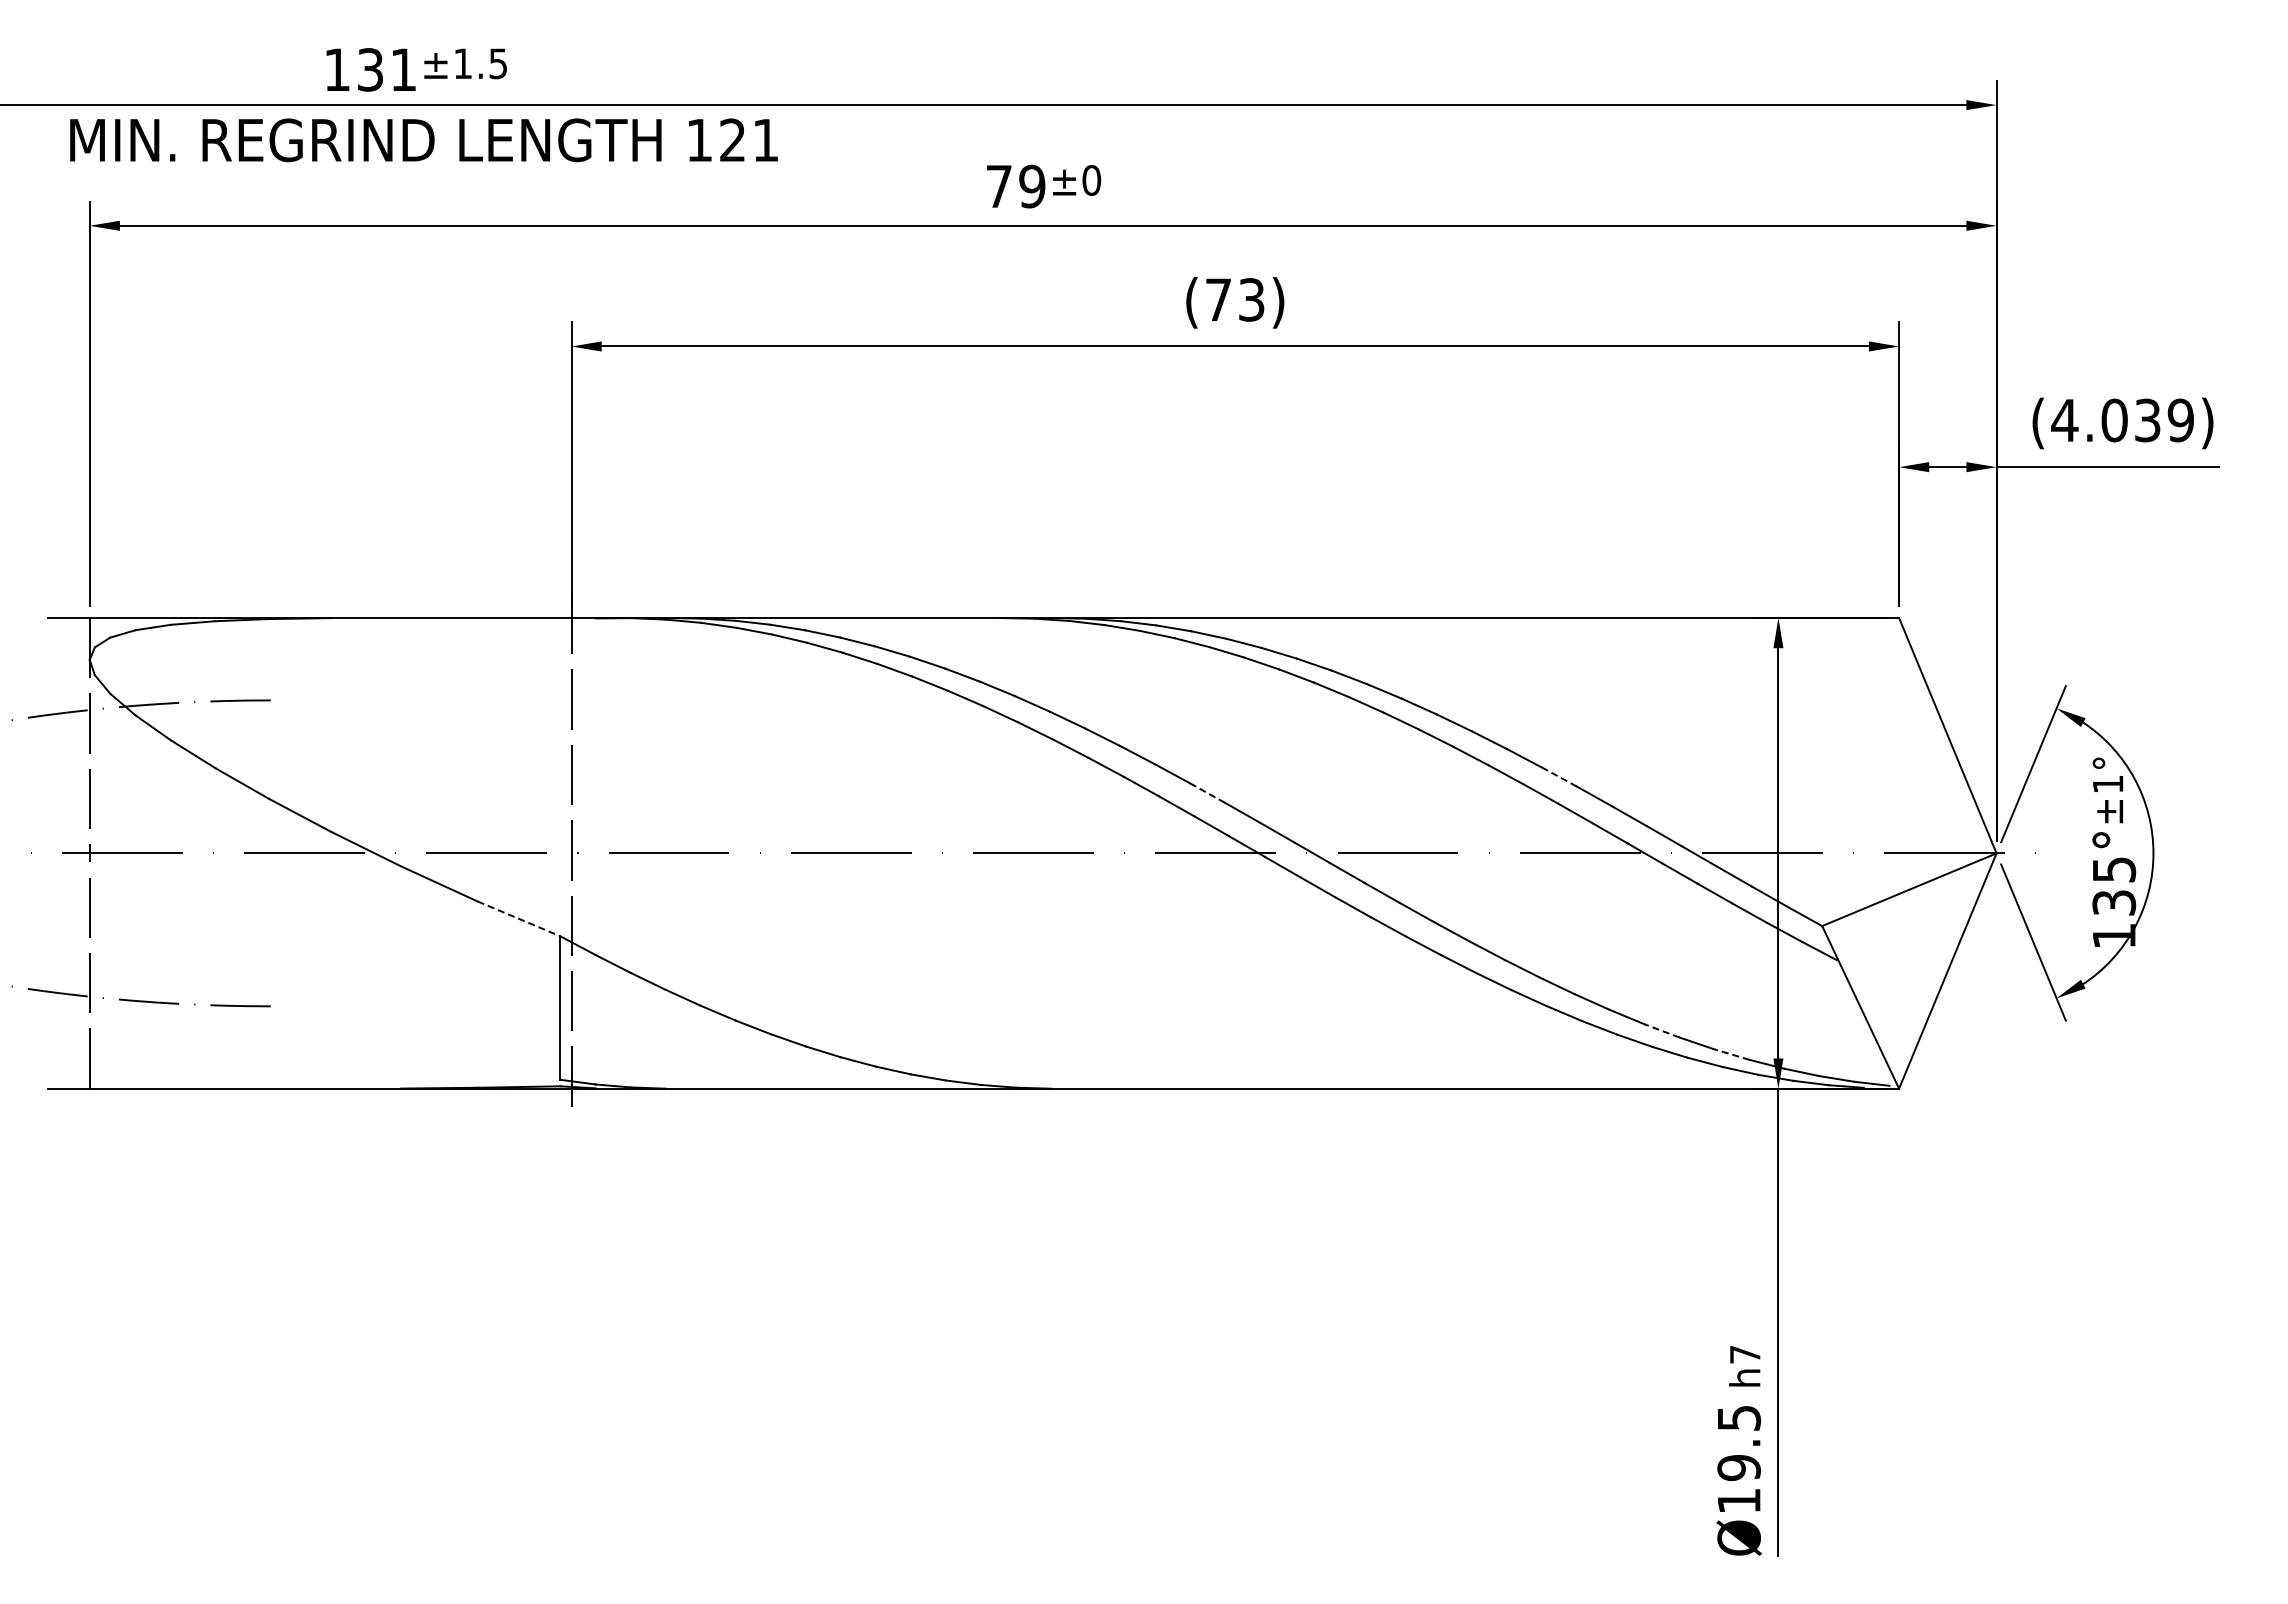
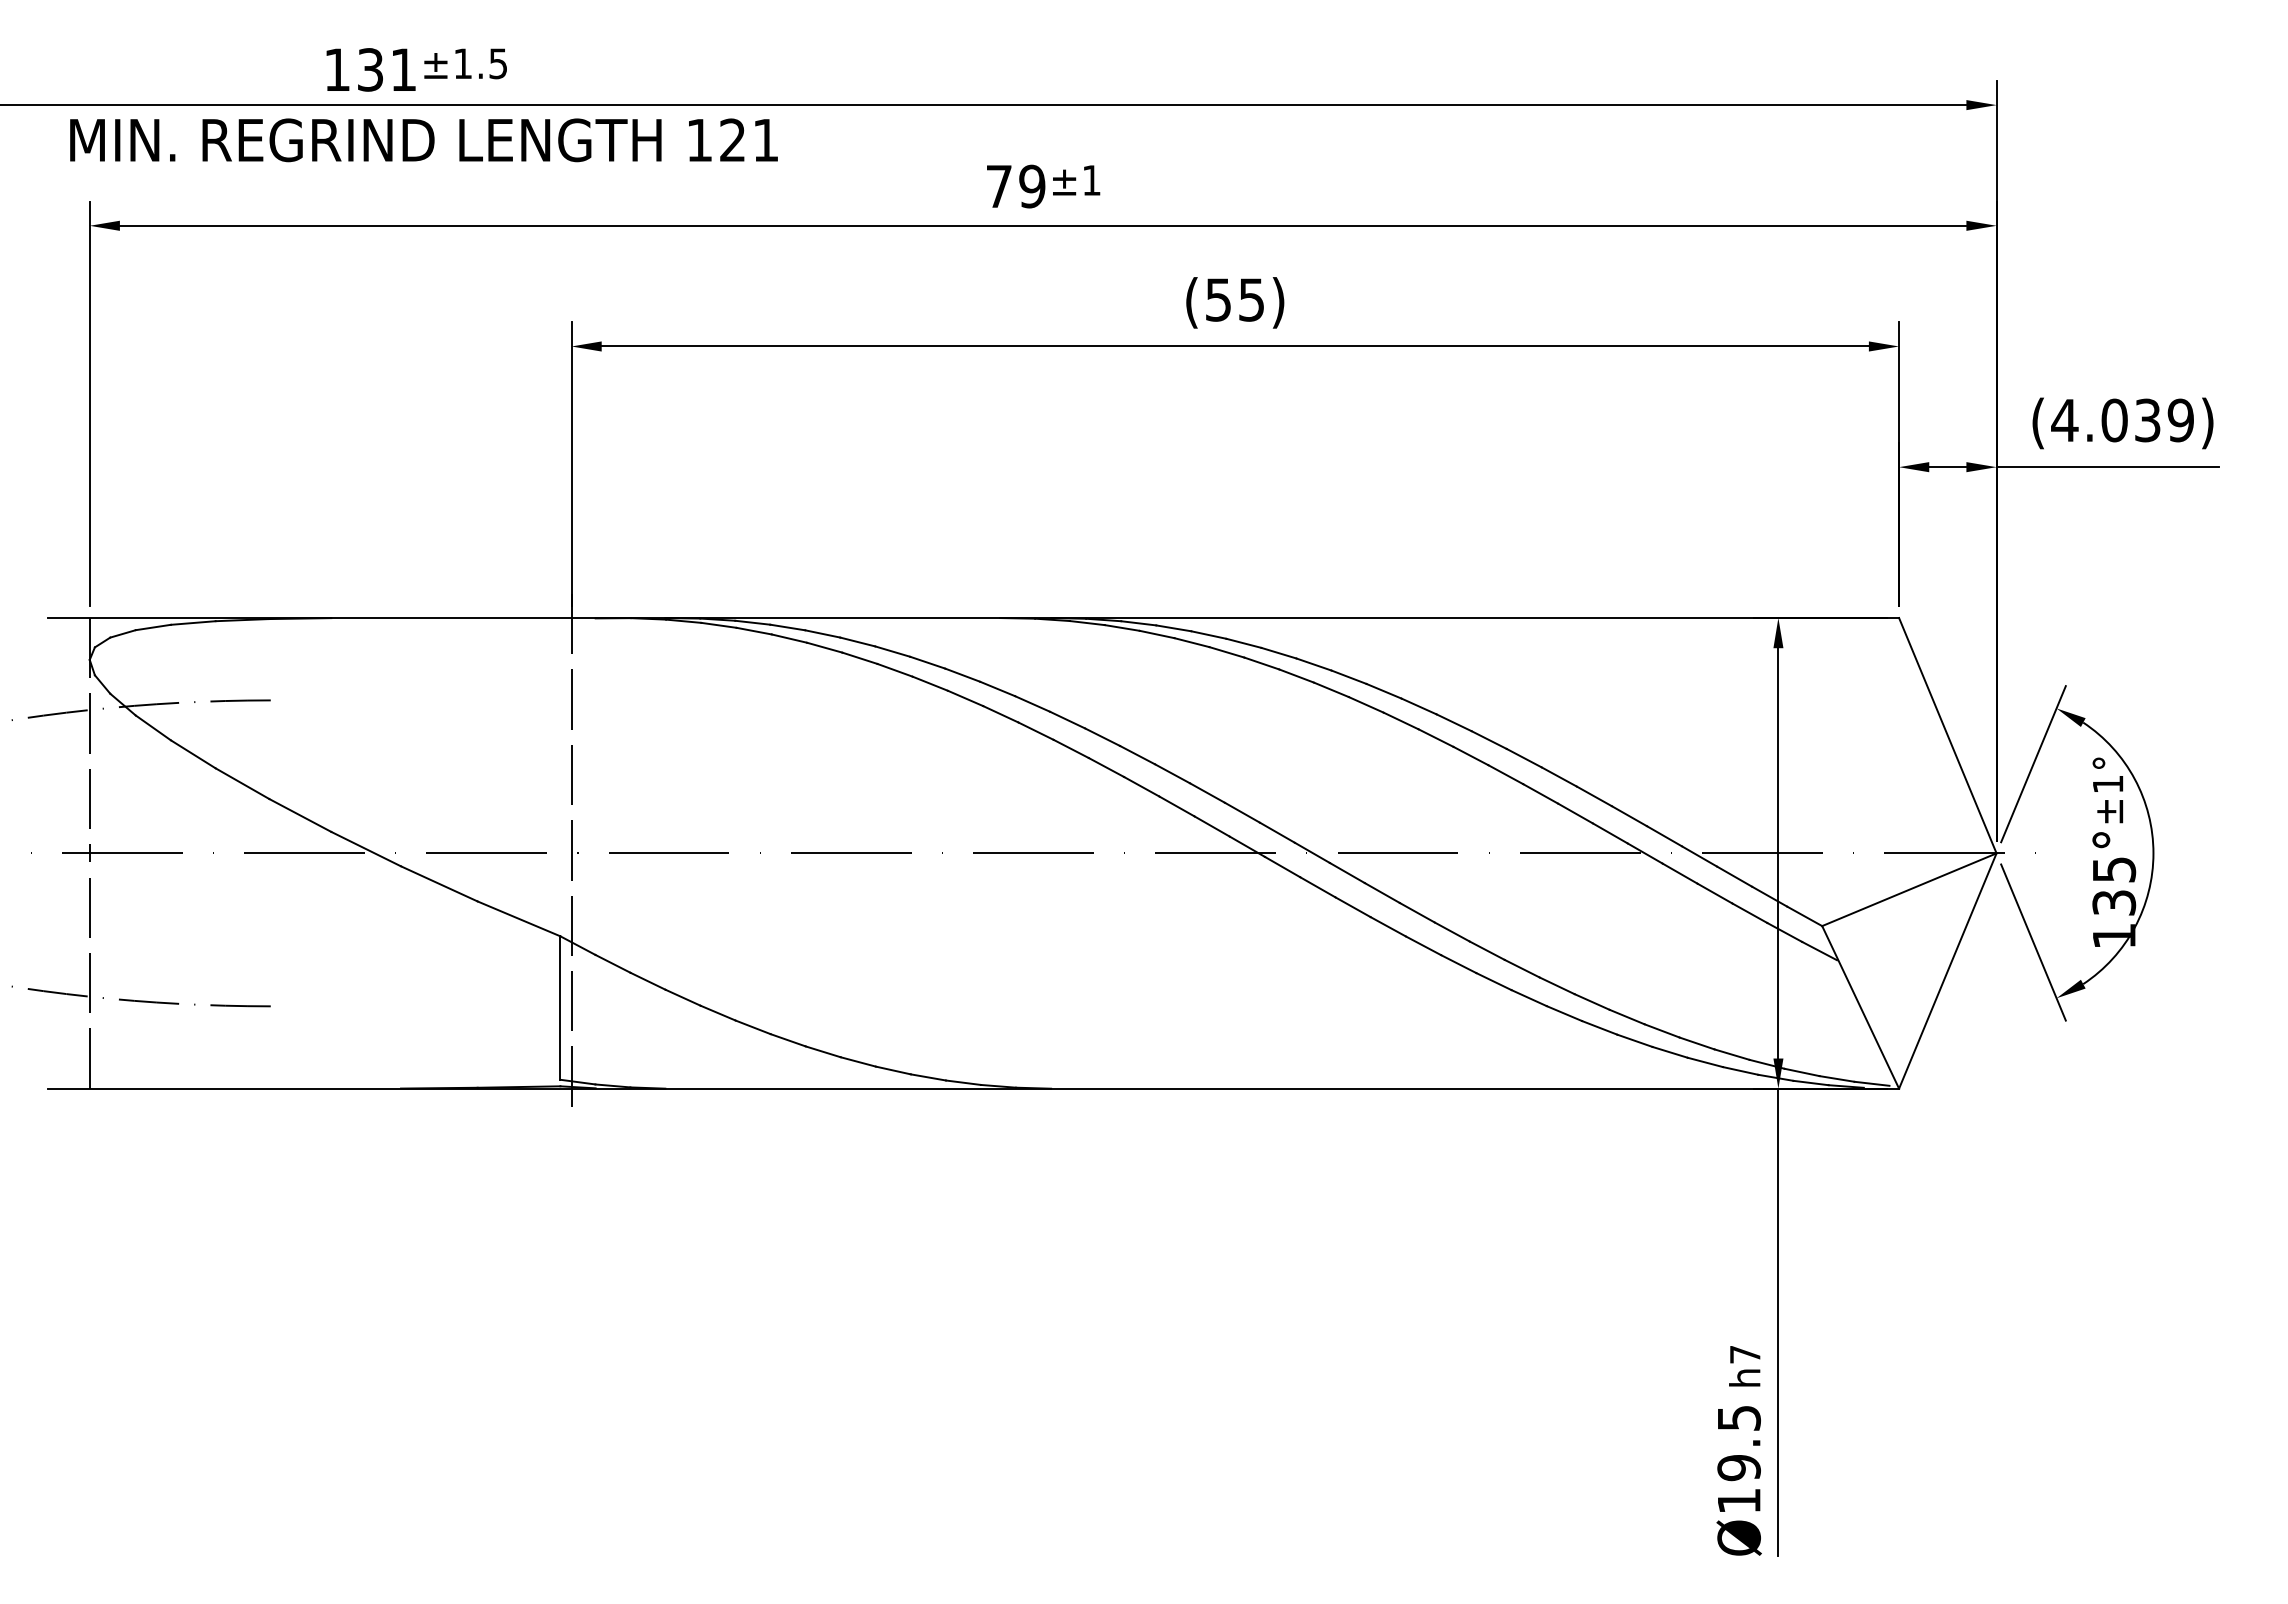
text at (1091, 180): ±0 -> ±1
text at (1235, 299): (73) -> (55)
line at (1559, 777): dashed -> solid
line at (1207, 792): dashed -> solid
line at (519, 918): dashed -> solid
line at (1662, 1030): dashed -> solid
line at (1731, 1054): dashed -> solid
